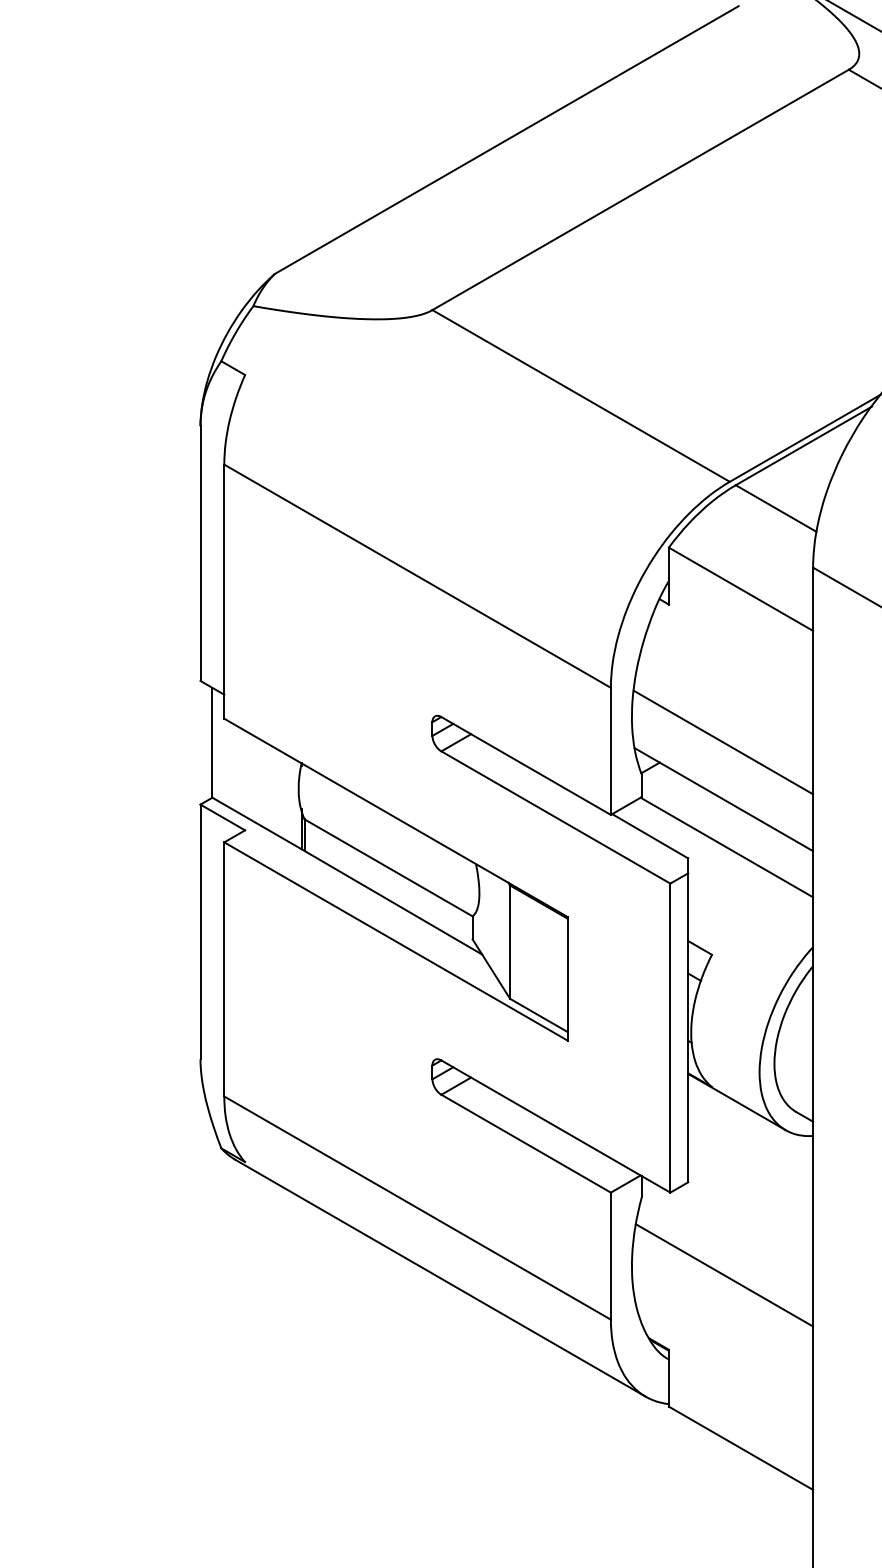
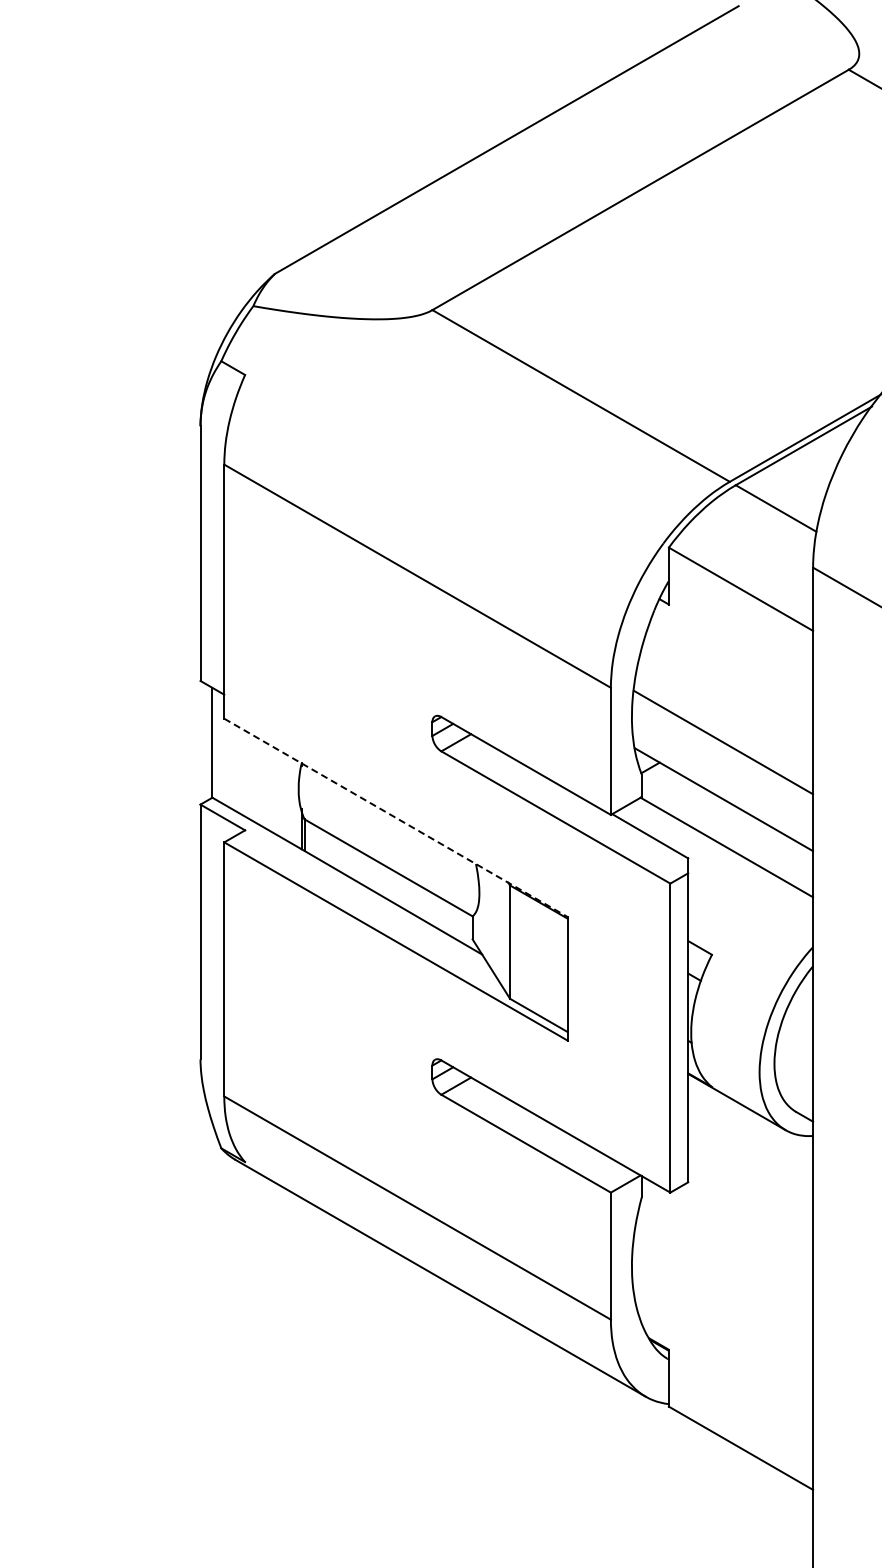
line at (854, 16): present -> none
line at (396, 818): solid -> dashed
line at (724, 1275): present -> none
